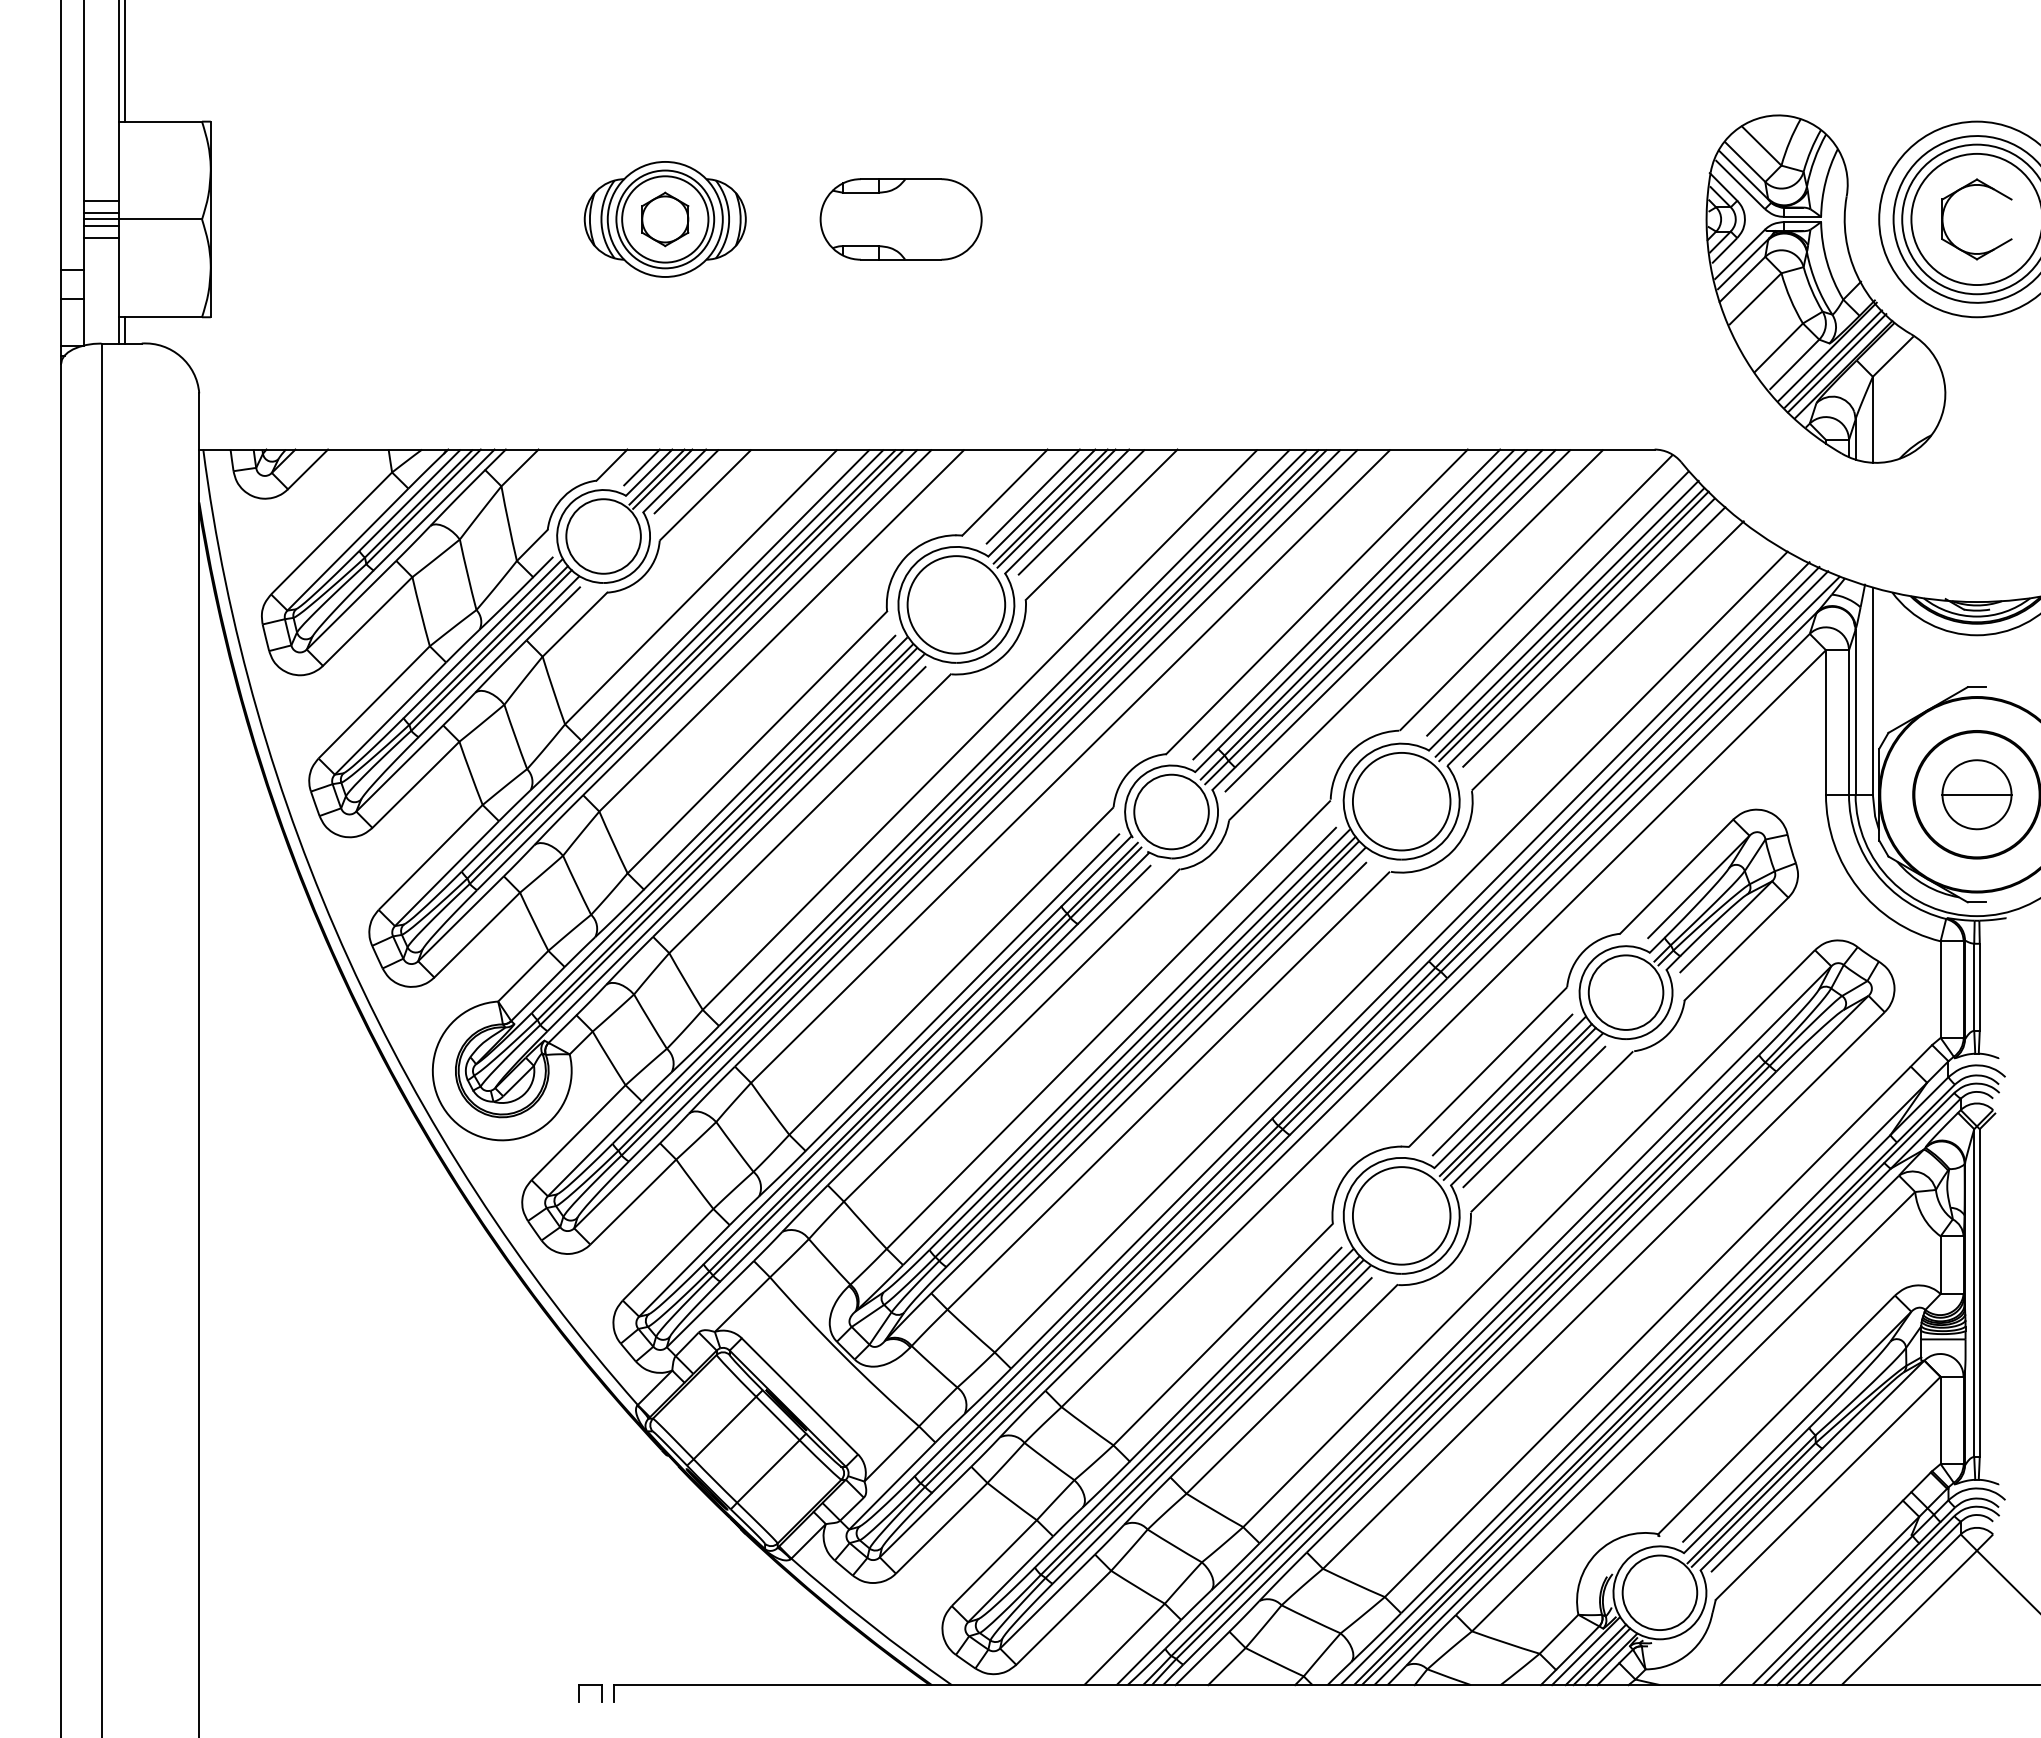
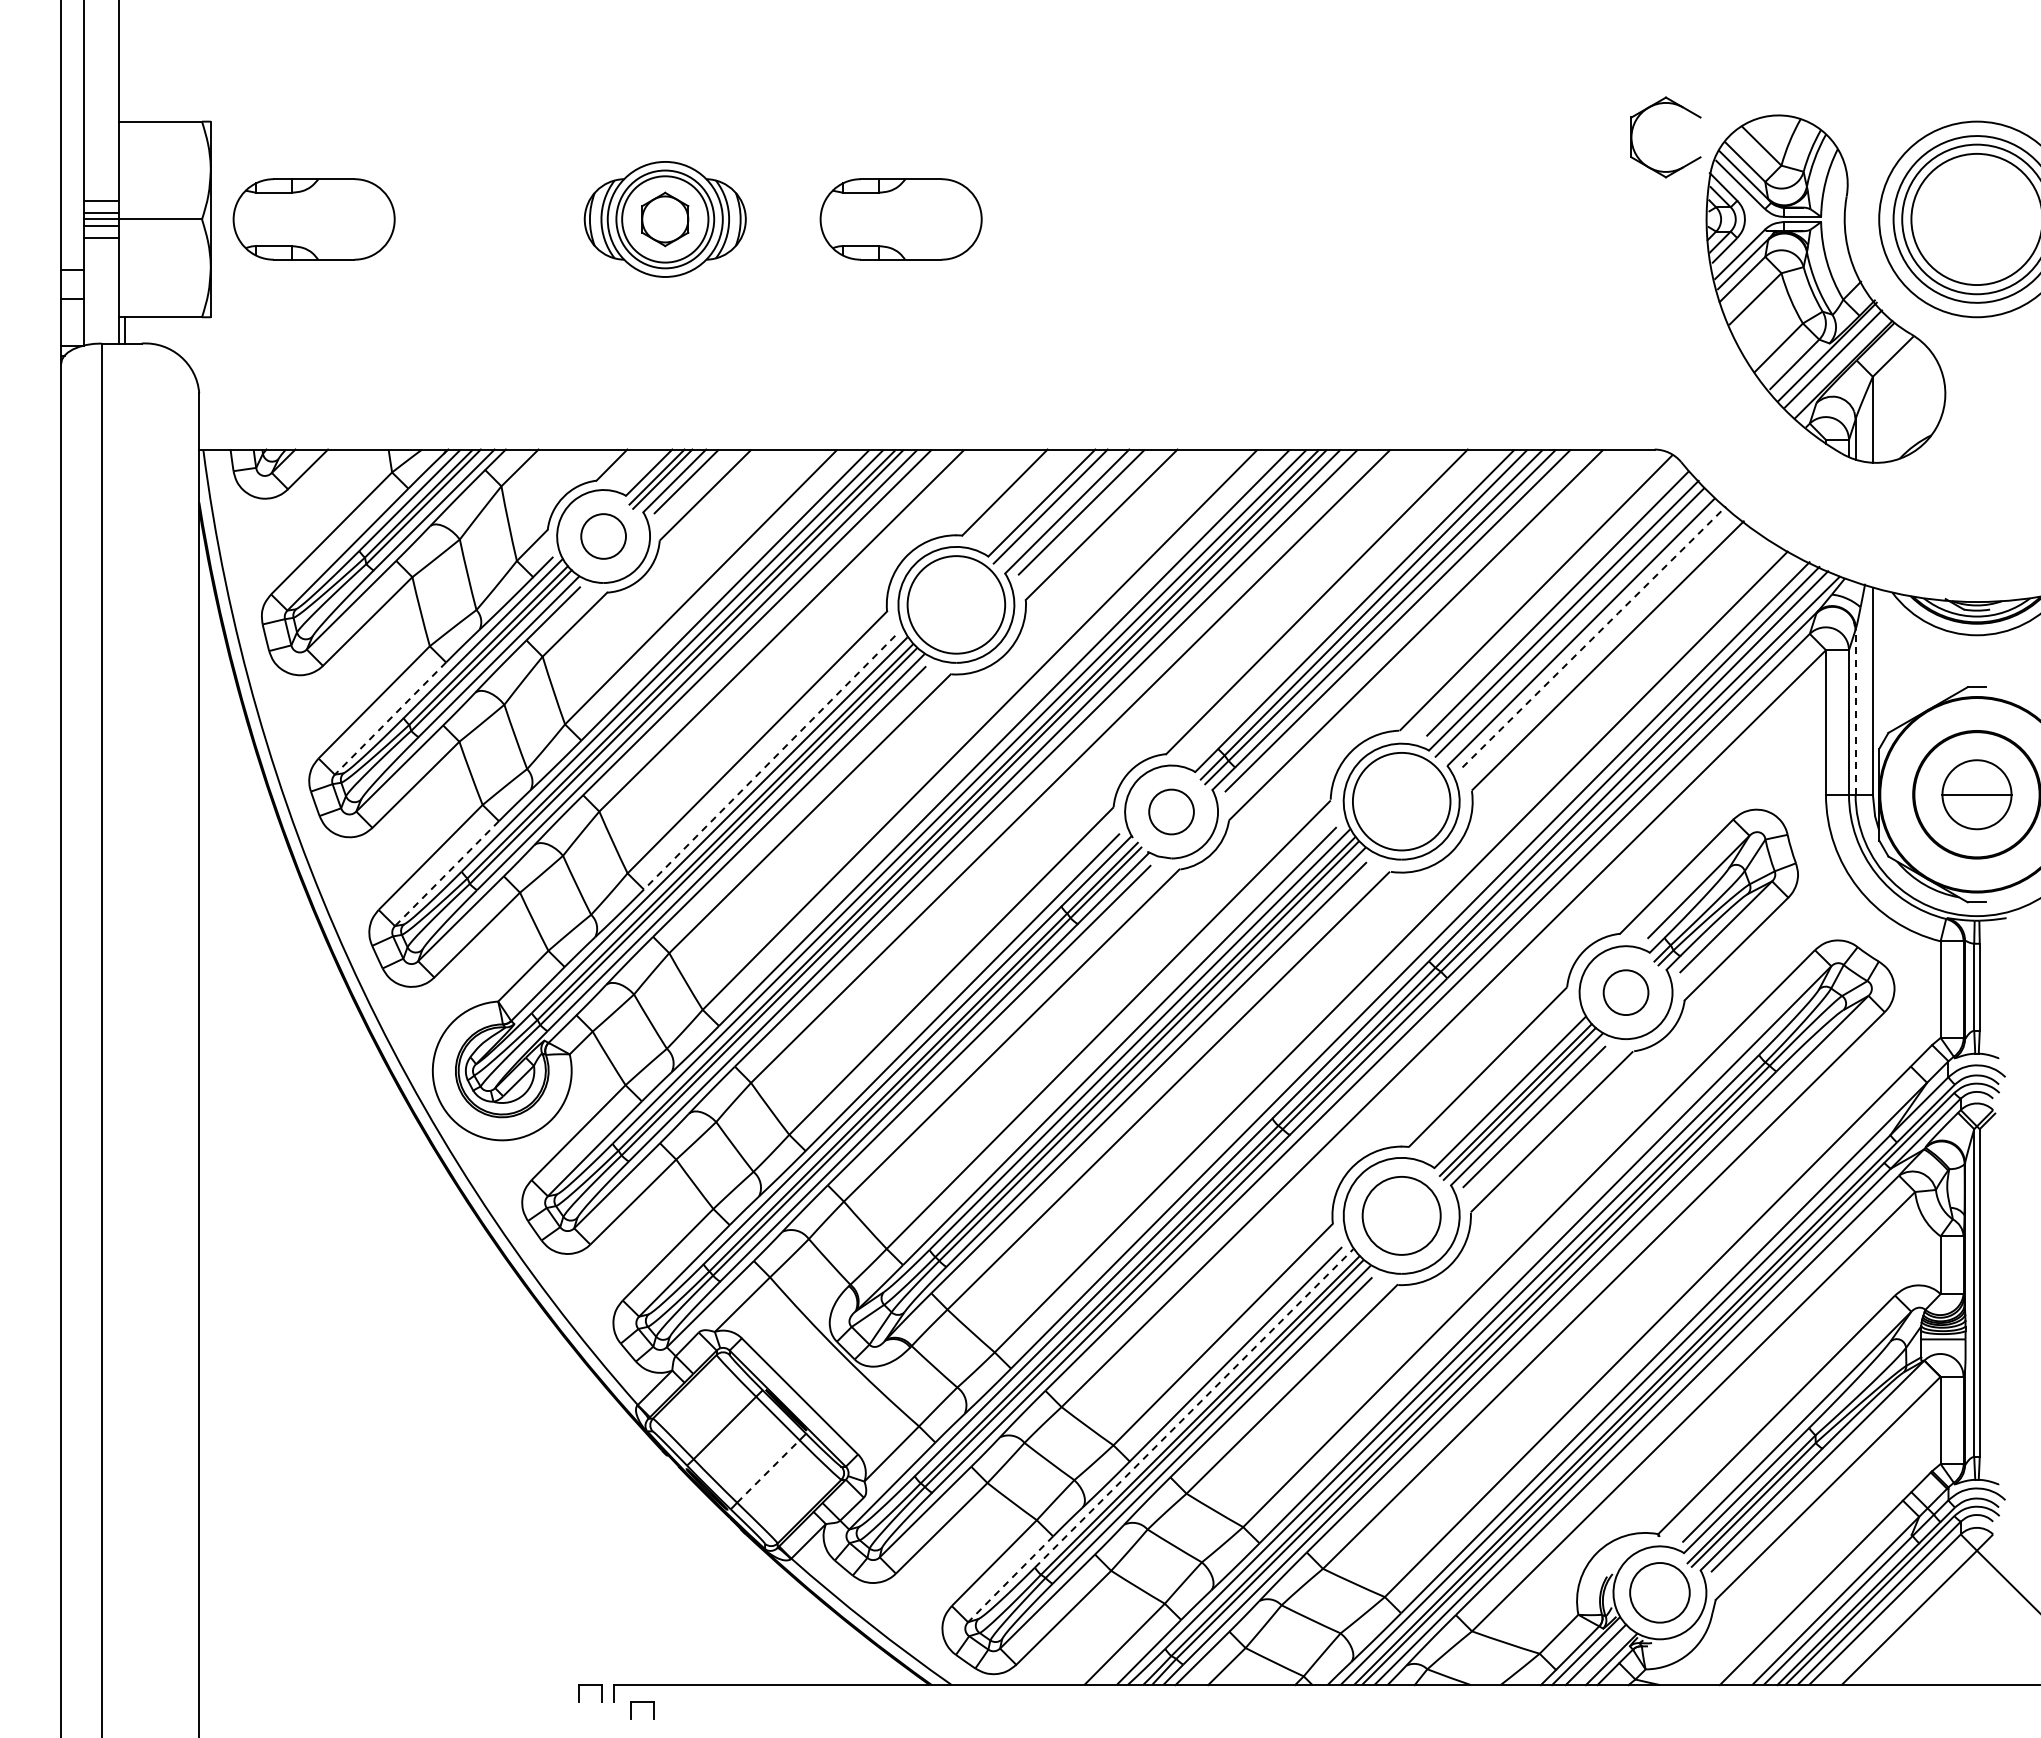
line at (124, 61): present -> none
part at (1946, 206) position: (1946, 206) -> (1635, 124)
part at (313, 219): none -> present
line at (1836, 363): present -> none
line at (641, 467): present -> none
line at (1032, 496): present -> none
line at (1056, 508): present -> none
circle at (603, 536) diameter: 75 px -> 45 px
line at (1346, 604): present -> none
line at (1573, 626): present -> none
line at (1594, 636): solid -> dashed
line at (1855, 711): solid -> dashed
line at (390, 718): solid -> dashed
line at (769, 762): solid -> dashed
circle at (1171, 811) diameter: 75 px -> 45 px
line at (447, 872): solid -> dashed
circle at (1625, 992) diameter: 75 px -> 45 px
line at (1502, 1084): present -> none
circle at (1401, 1215) diameter: 98 px -> 78 px
line at (1194, 1408): solid -> dashed
line at (768, 1471): solid -> dashed
line at (1010, 1578): solid -> dashed
circle at (1659, 1592) diameter: 75 px -> 60 px
line at (1601, 1656): present -> none
part at (642, 1702): none -> present
